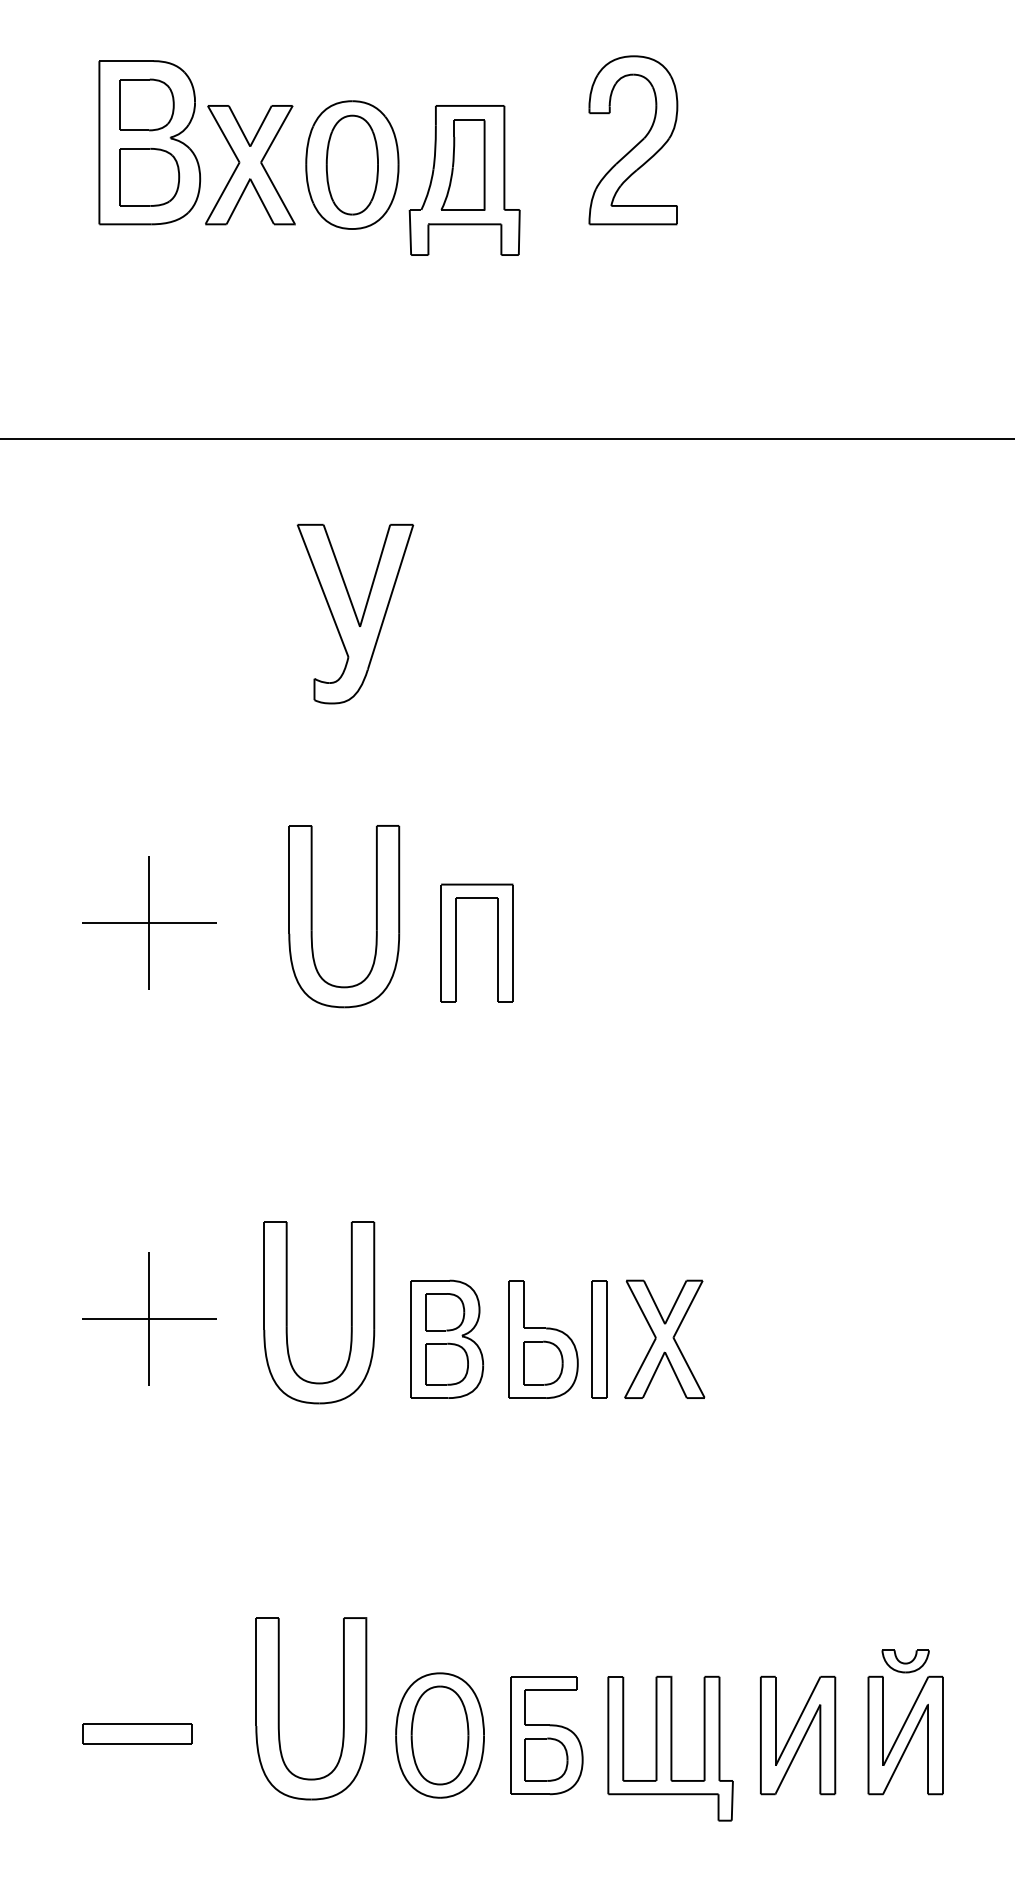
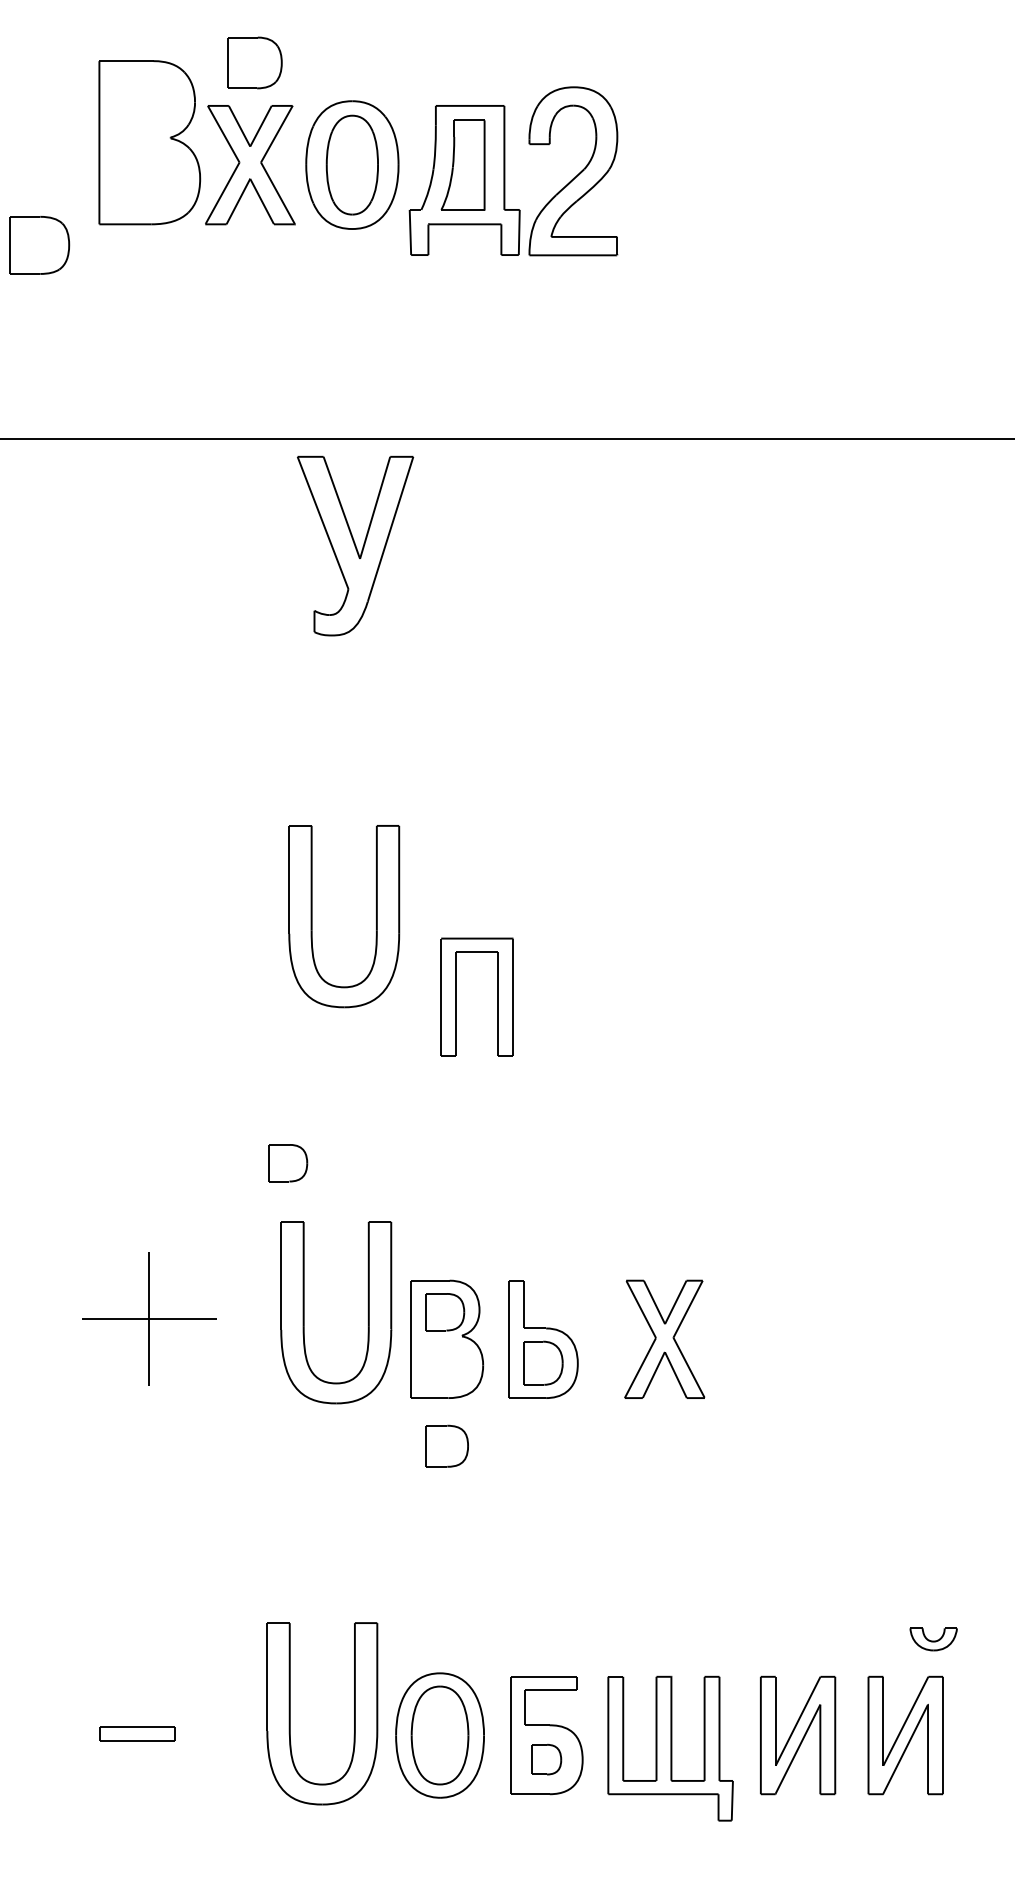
part at (146, 104) position: (146, 104) -> (254, 62)
part at (633, 140) position: (633, 140) -> (573, 171)
part at (149, 177) position: (149, 177) -> (39, 245)
part at (355, 613) position: (355, 613) -> (355, 545)
part at (149, 922): present -> none
part at (456, 942) position: (456, 942) -> (456, 996)
part at (288, 1163): none -> present
part at (350, 1312) position: (350, 1312) -> (367, 1312)
part at (599, 1339): present -> none
part at (446, 1363) position: (446, 1363) -> (446, 1445)
part at (905, 1661) position: (905, 1661) -> (933, 1639)
part at (279, 1708) position: (279, 1708) -> (290, 1713)
part at (137, 1733) size: 111x22 px -> 77x16 px
part at (546, 1759) size: 45x45 px -> 32x33 px
